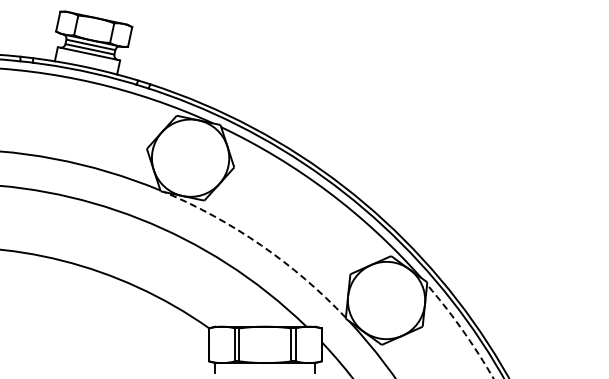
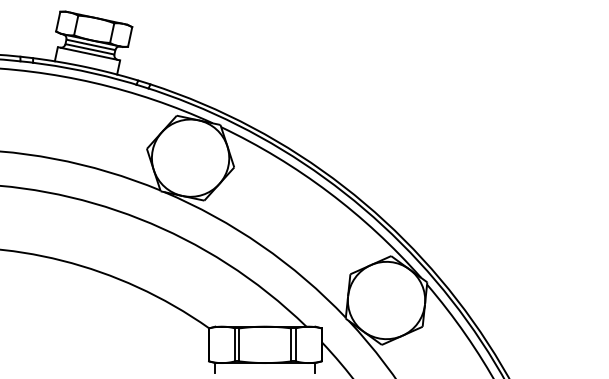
arc at (261, 245): dashed -> solid
arc at (462, 330): dashed -> solid
